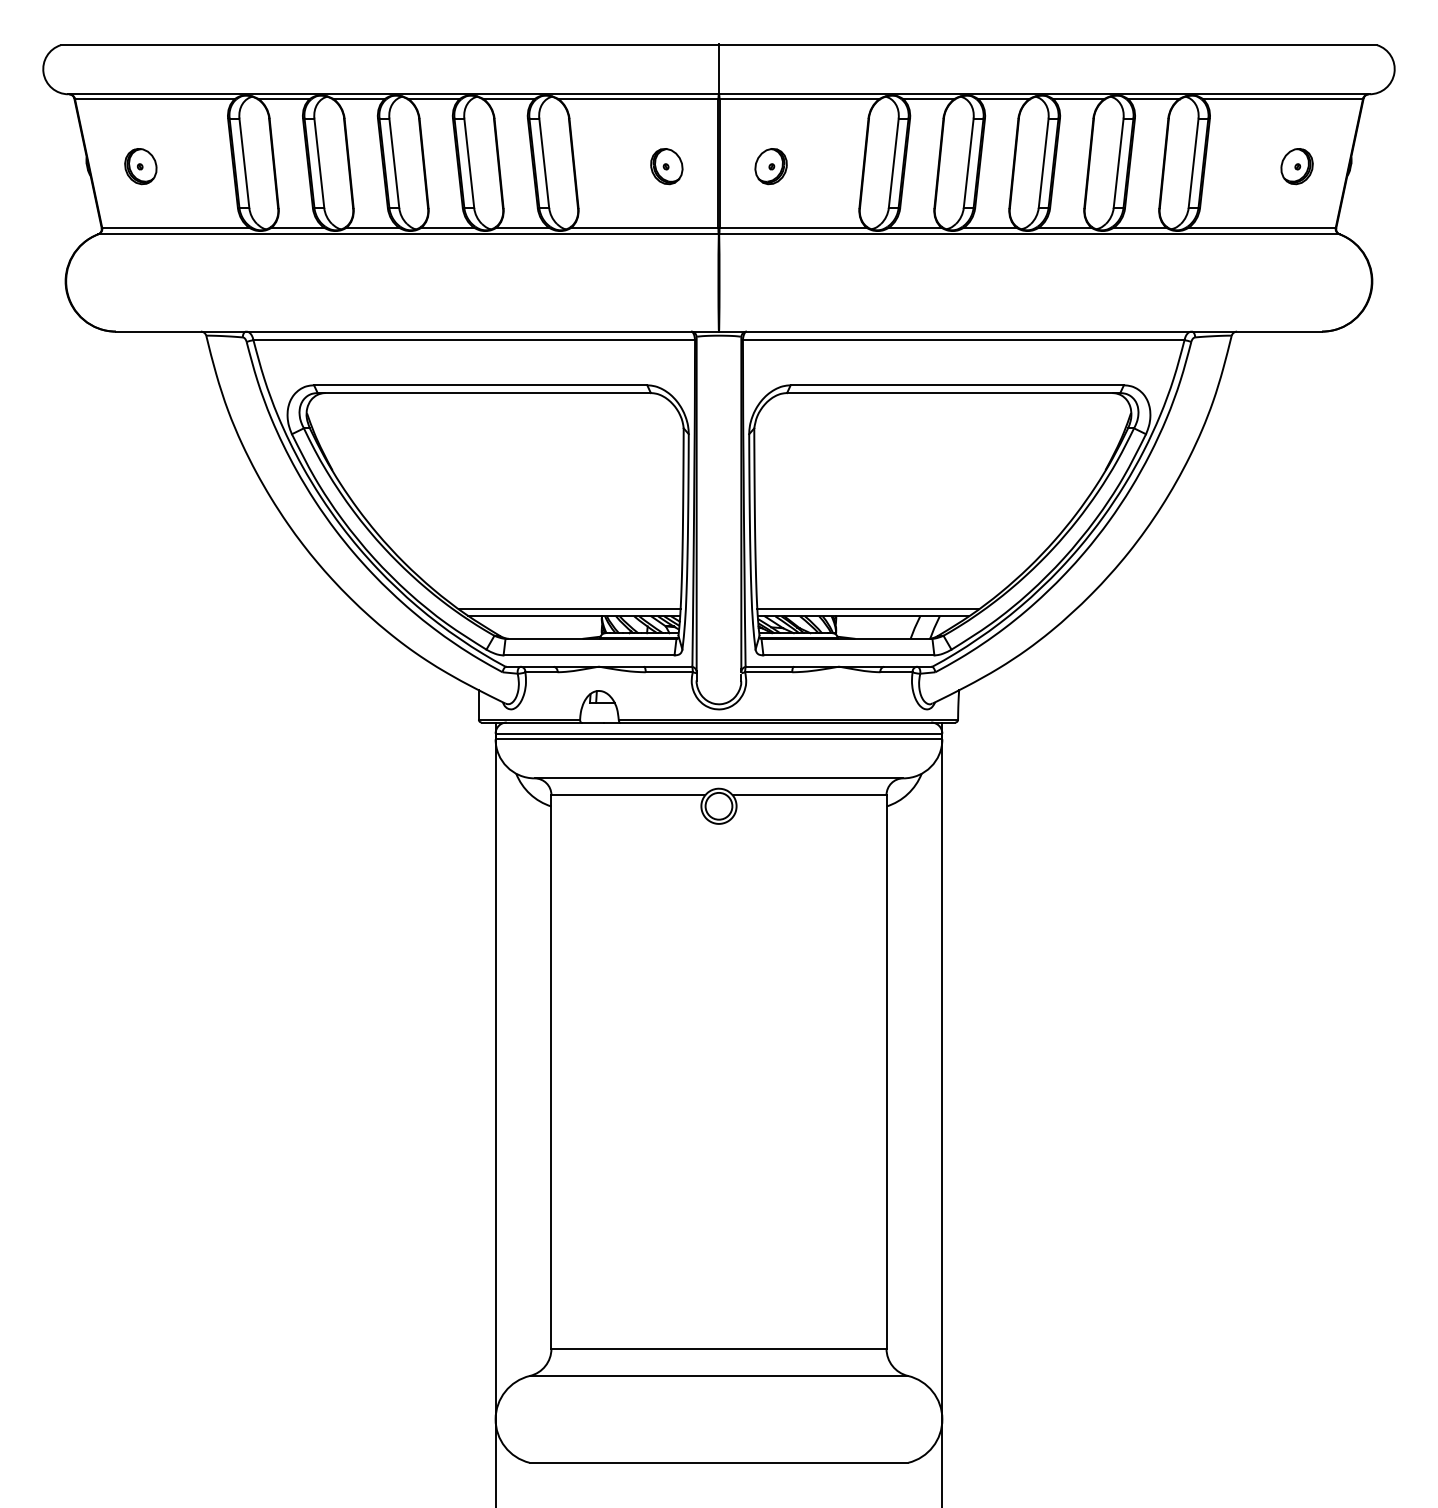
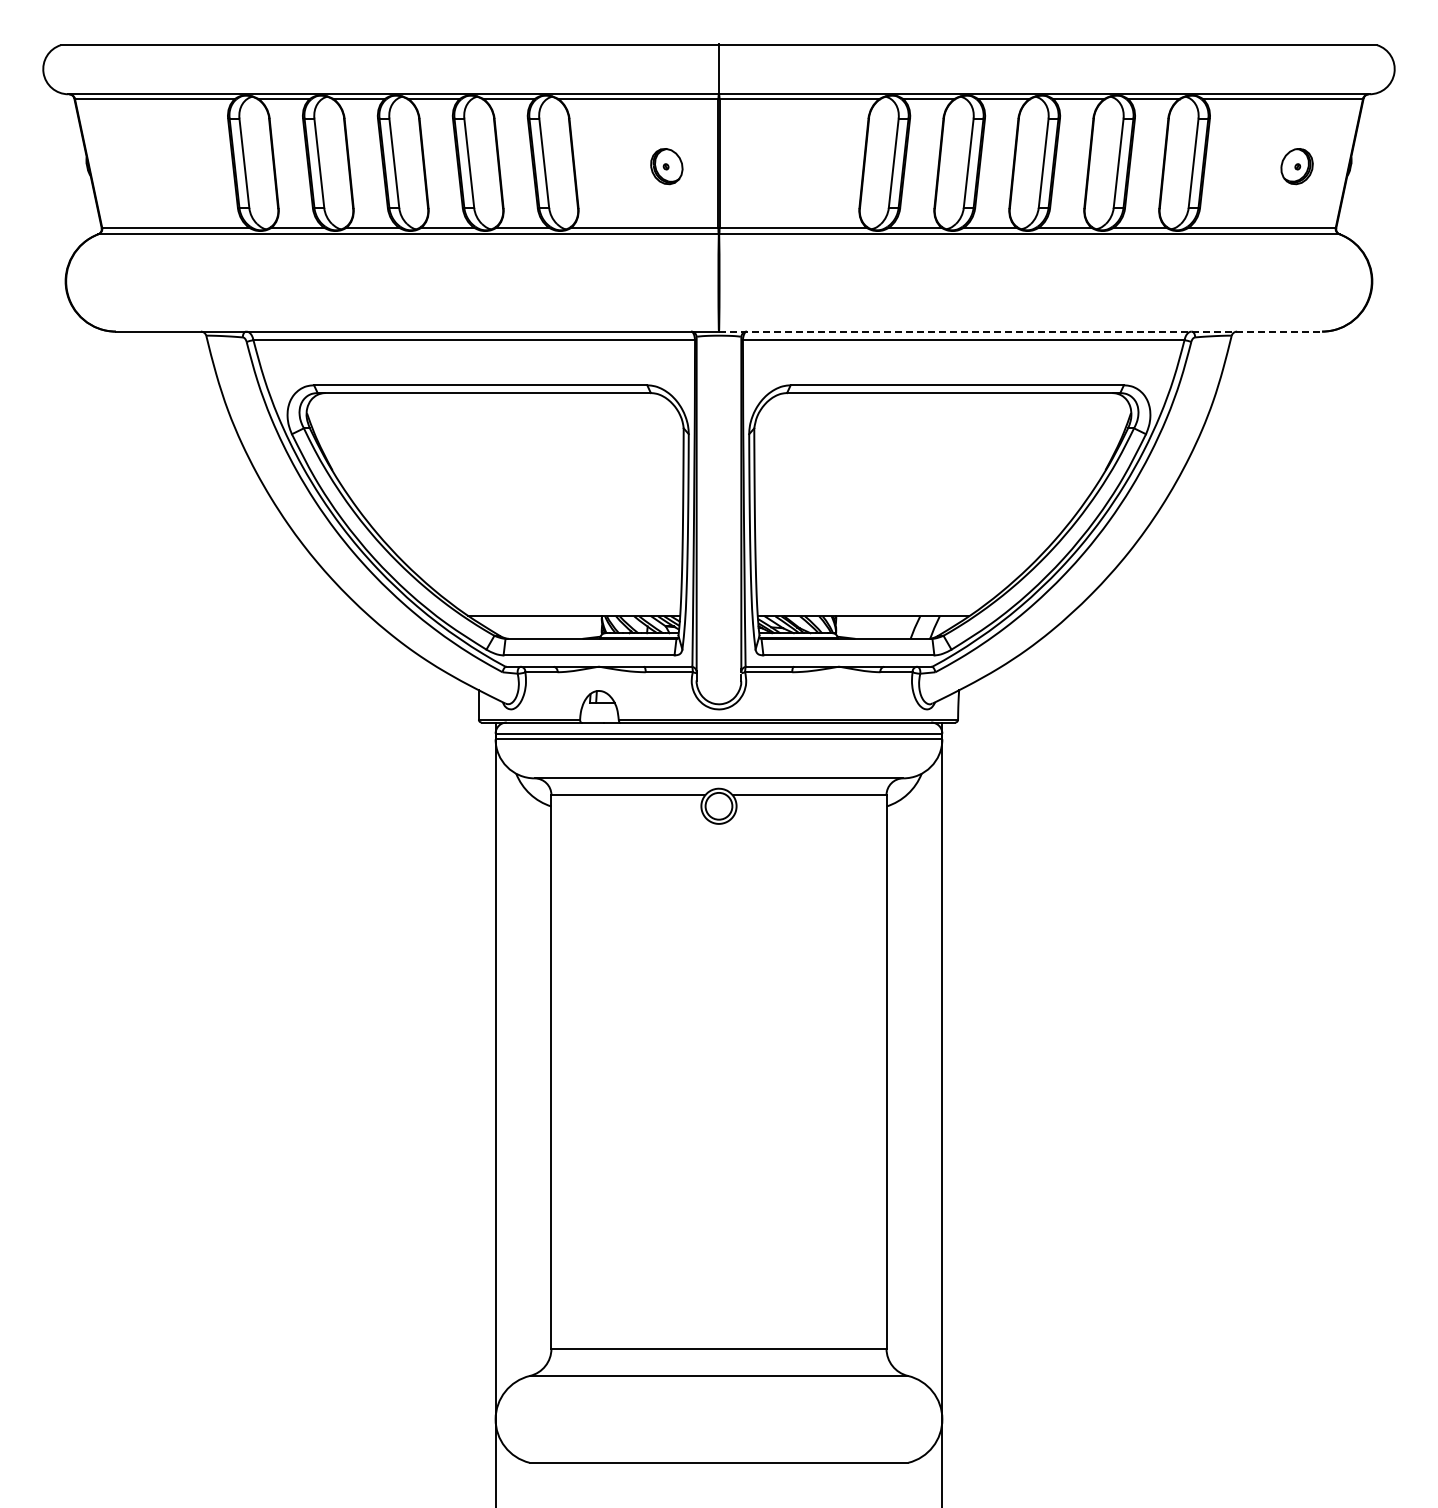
part at (140, 166): present -> none
part at (770, 166): present -> none
line at (1020, 331): solid -> dashed
line at (569, 609): present -> none
line at (867, 609): present -> none
